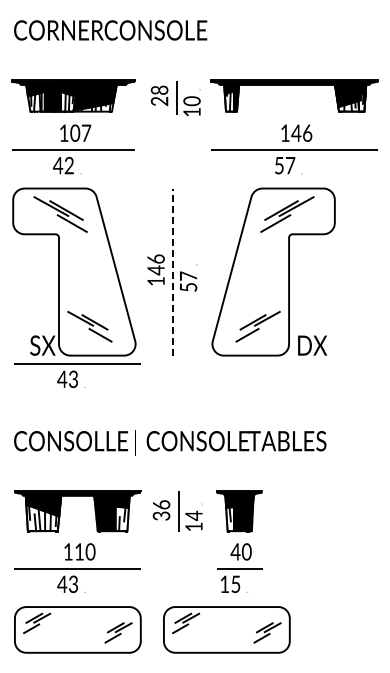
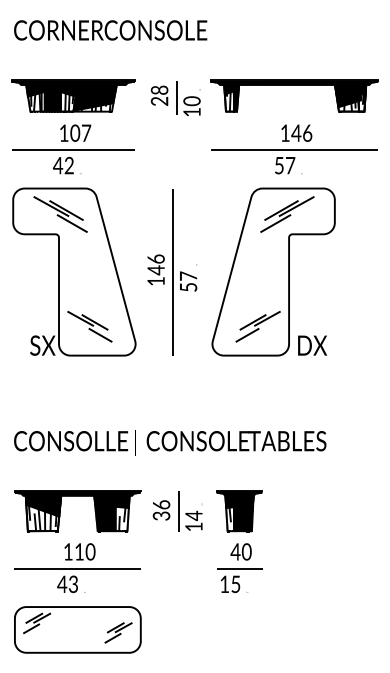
line at (173, 271): dashed -> solid
part at (77, 375): present -> none
part at (226, 629): present -> none
